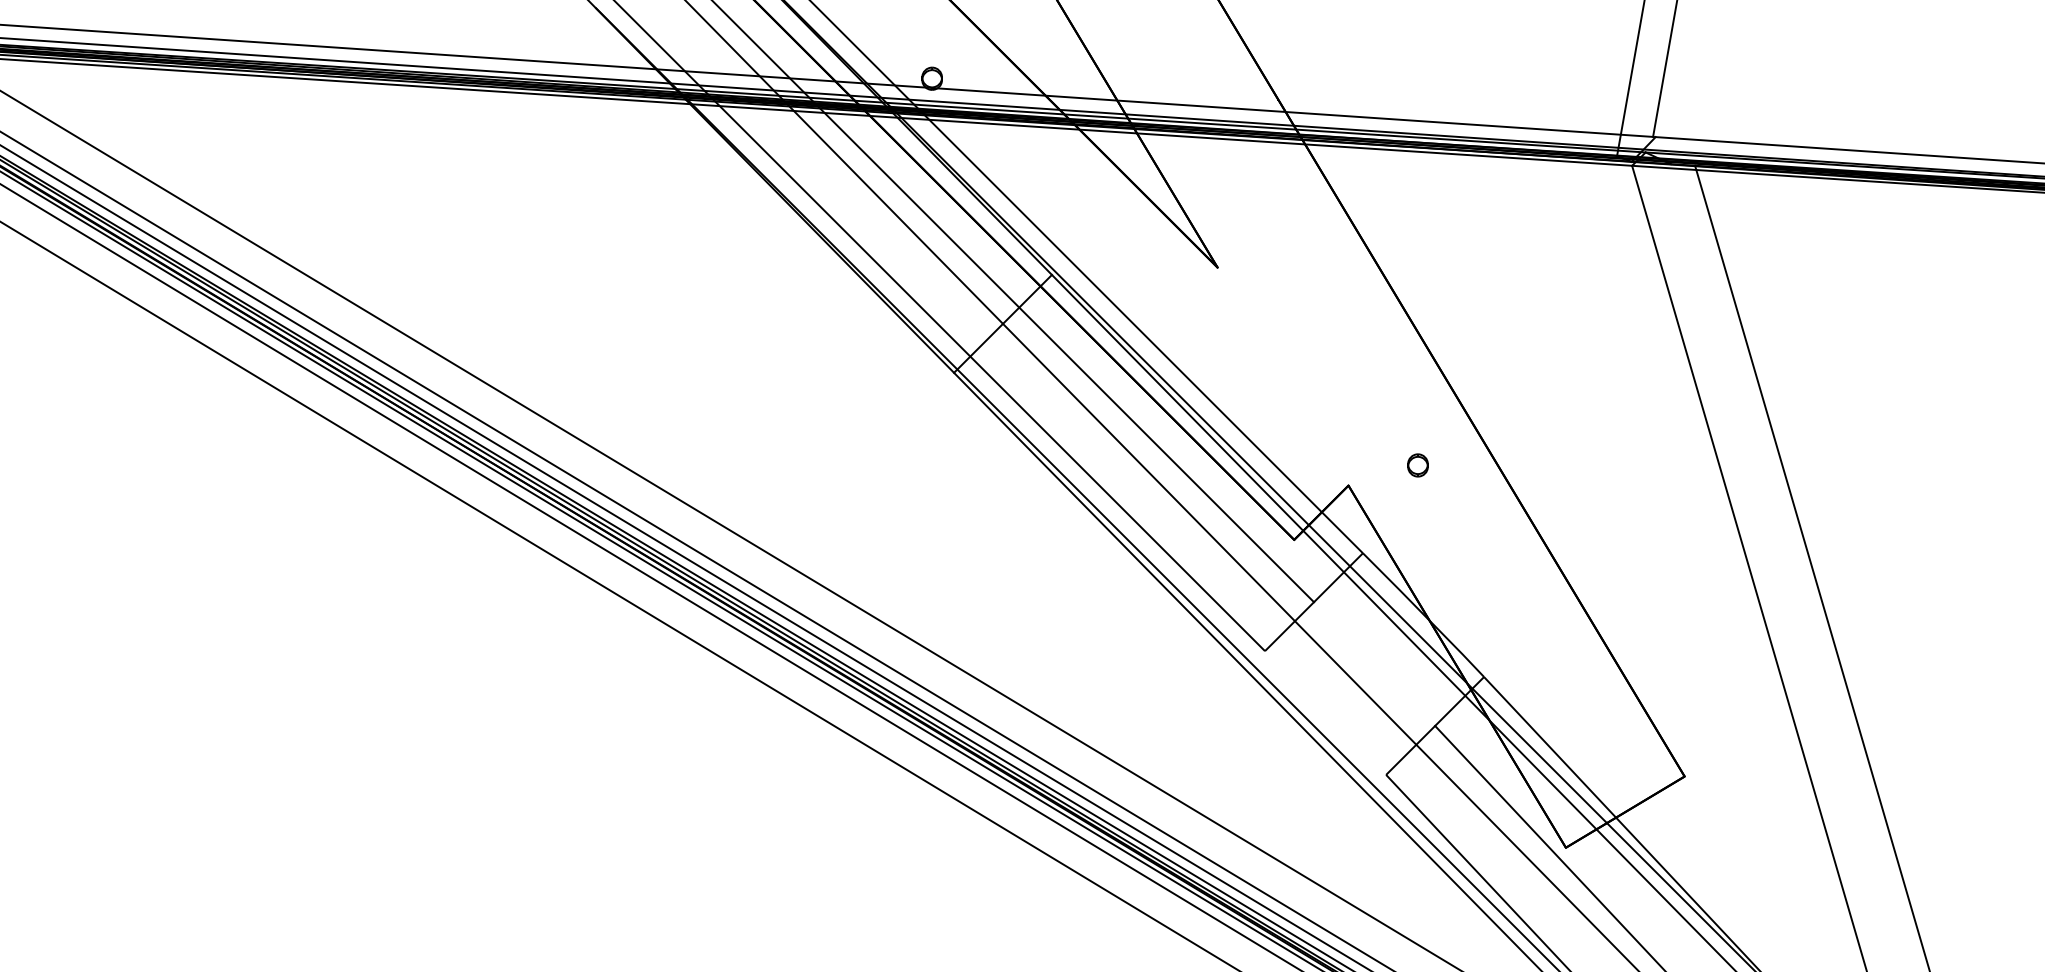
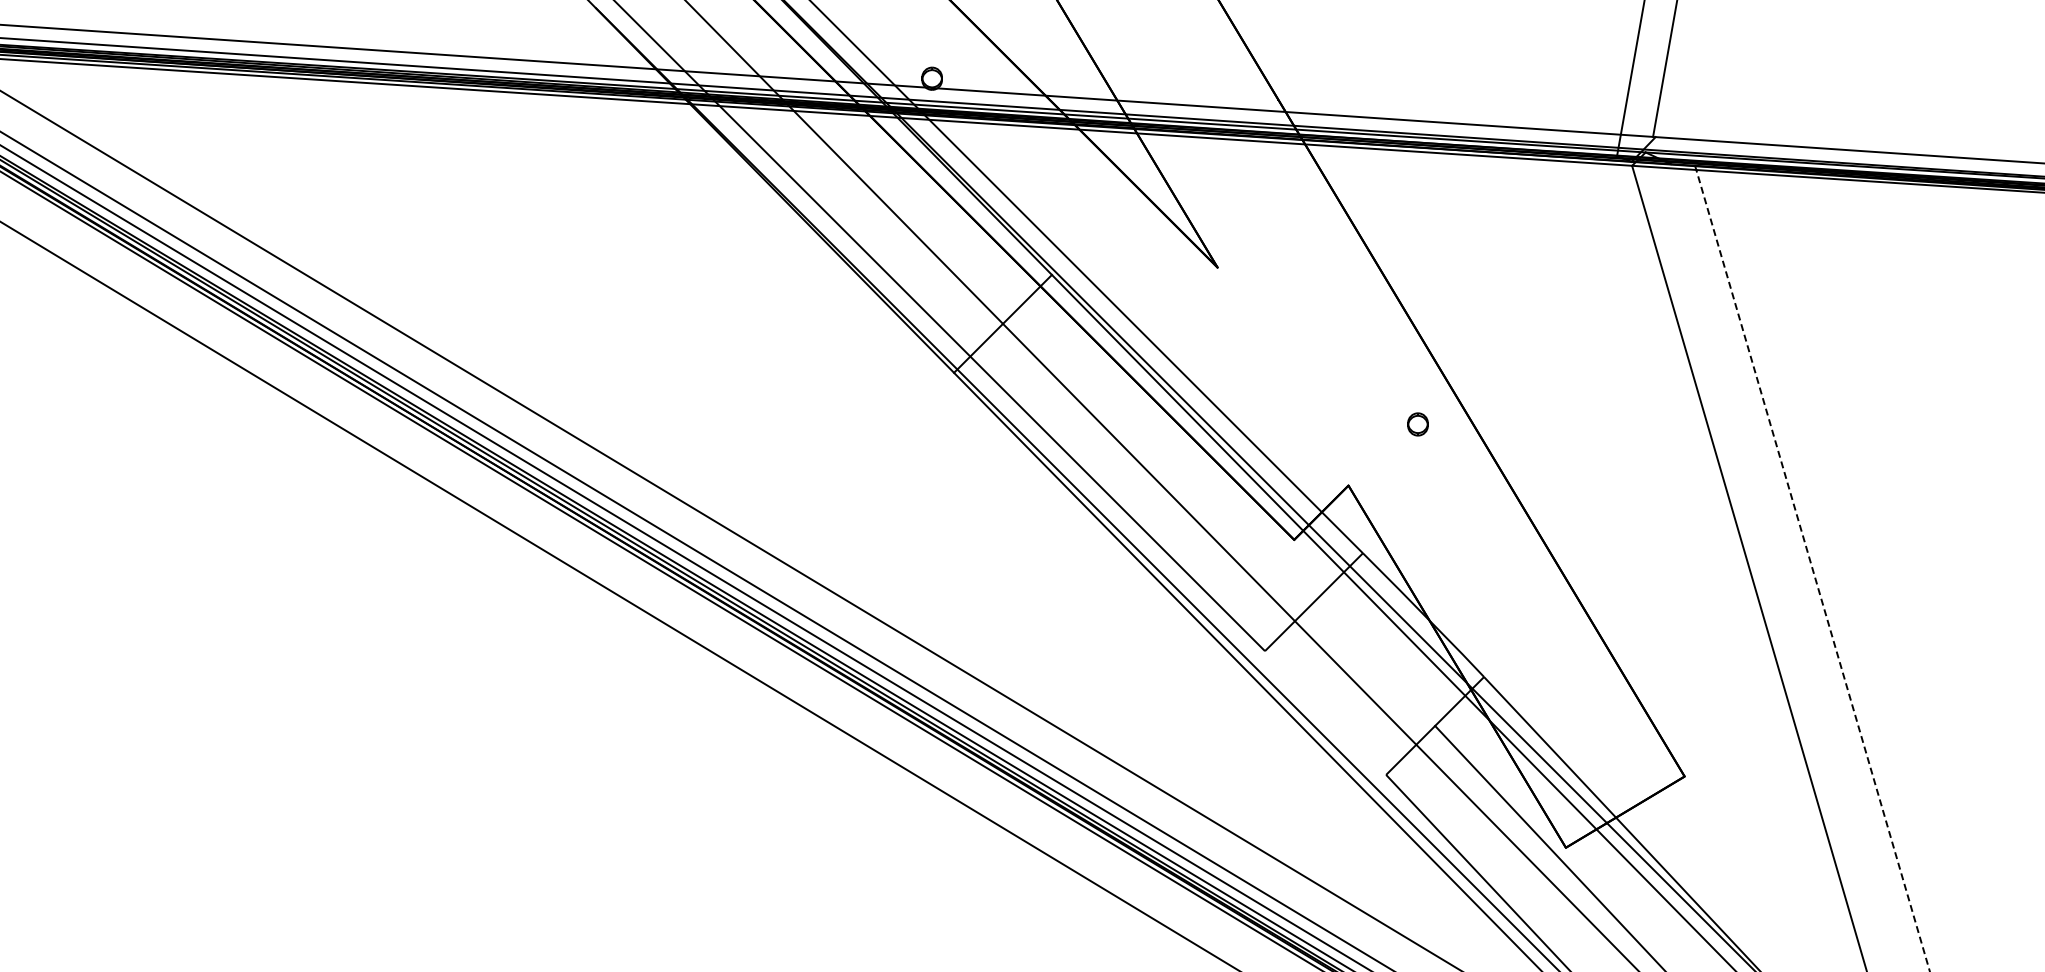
line at (1014, 302): present -> none
part at (1417, 465) position: (1417, 465) -> (1417, 424)
line at (1812, 568): solid -> dashed
line at (649, 576): present -> none
